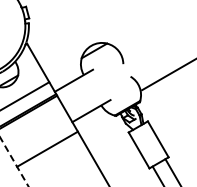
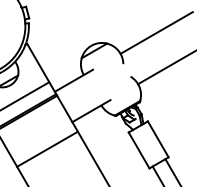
line at (156, 32): none -> present
line at (167, 75) position: (167, 75) -> (165, 68)
line at (14, 161): dashed -> solid
